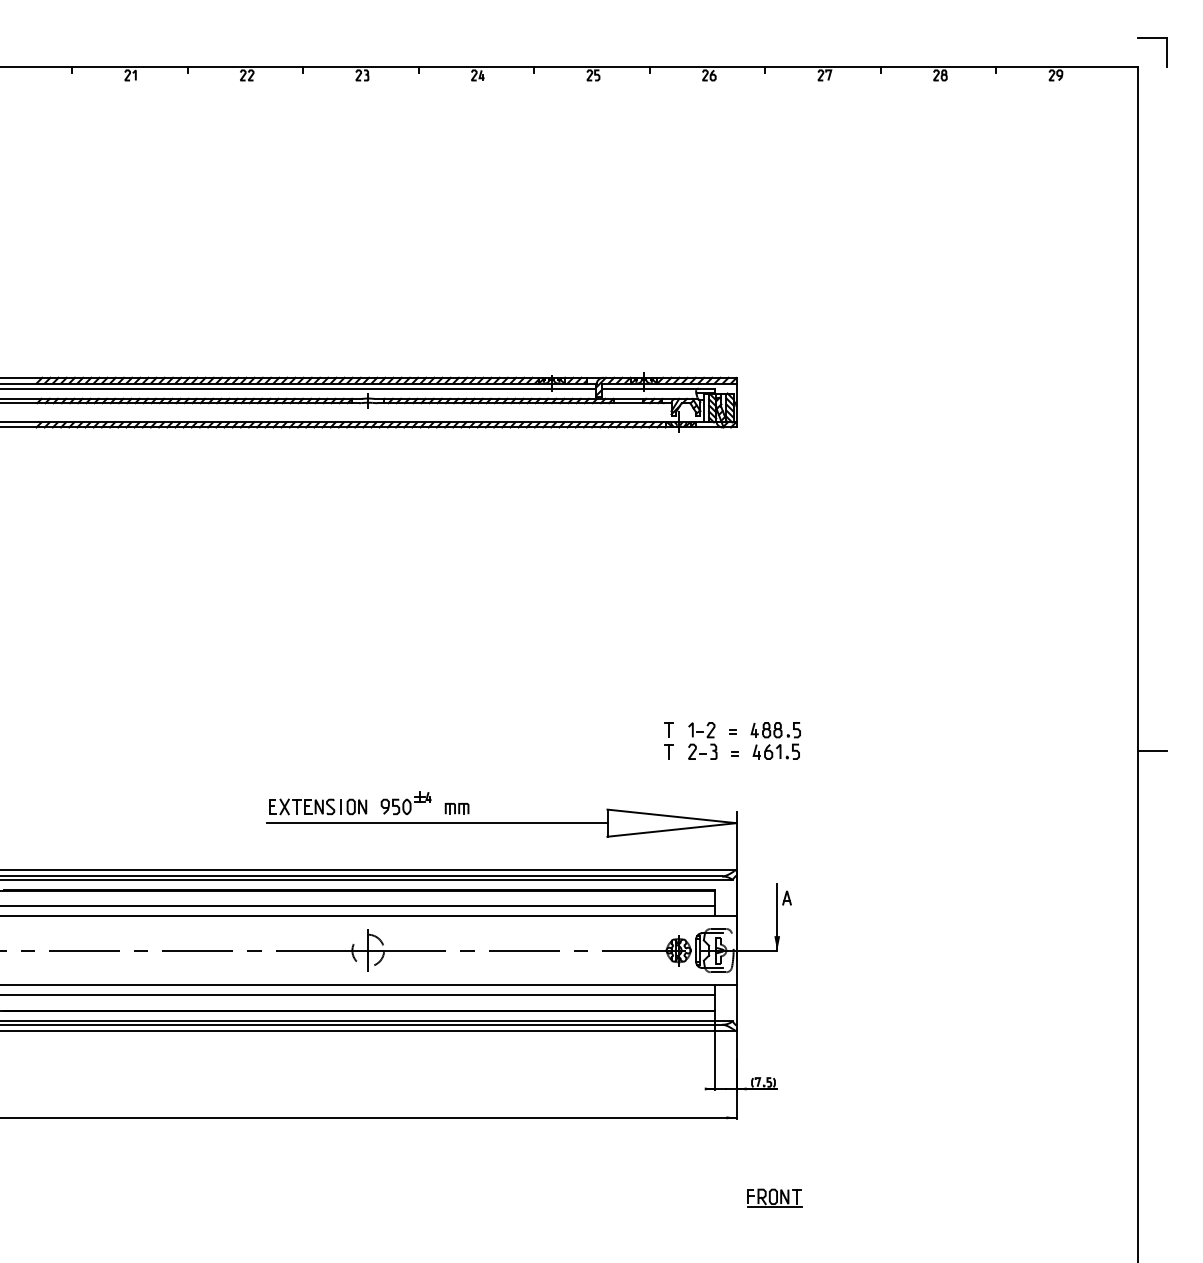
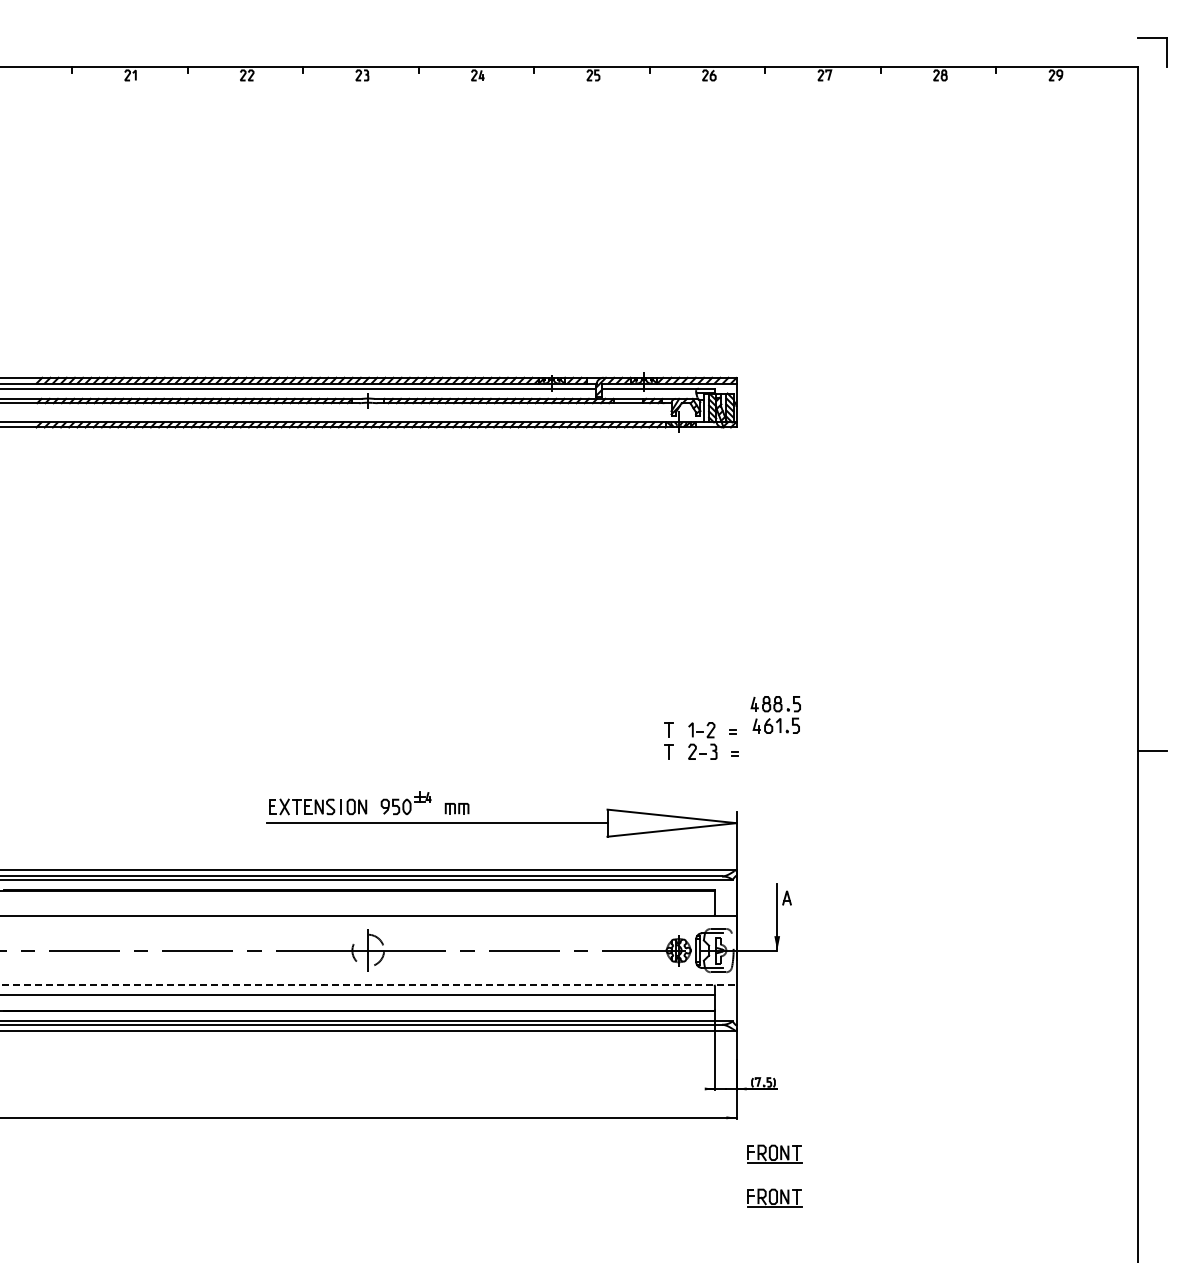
part at (775, 740) position: (775, 740) -> (775, 714)
line at (358, 906): present -> none
line at (368, 984): solid -> dashed
part at (774, 1153): none -> present
